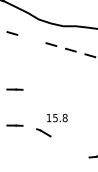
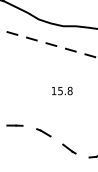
line at (31, 38): none -> present
line at (14, 89): present -> none
text at (57, 117) position: (57, 117) -> (62, 90)
line at (69, 148): none -> present
